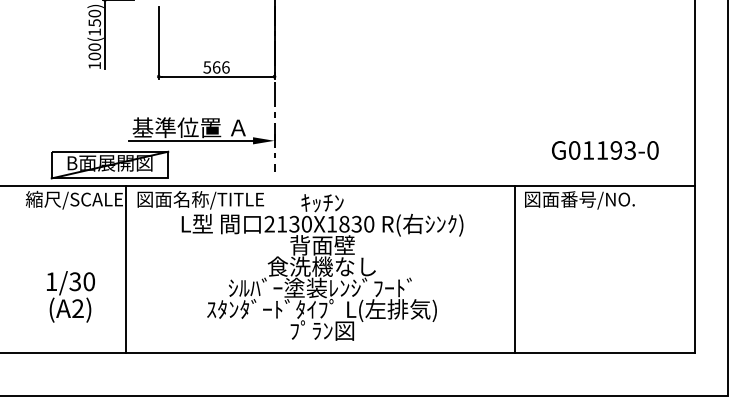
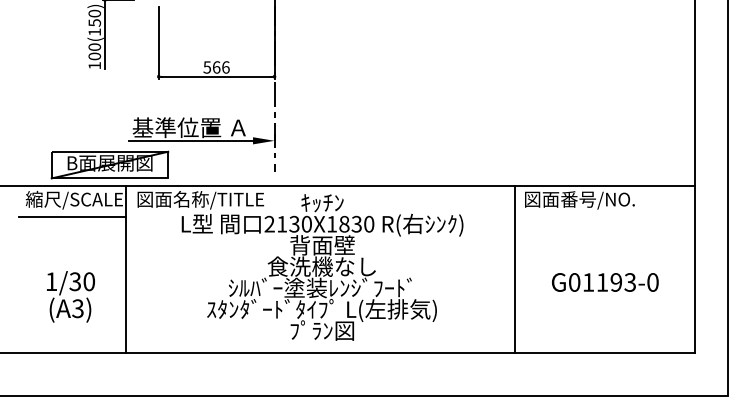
text at (605, 150) position: (605, 150) -> (605, 282)
line at (72, 217): none -> present
text at (77, 308): (A2) -> (A3)
